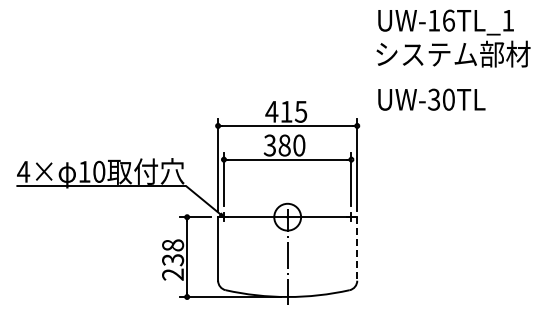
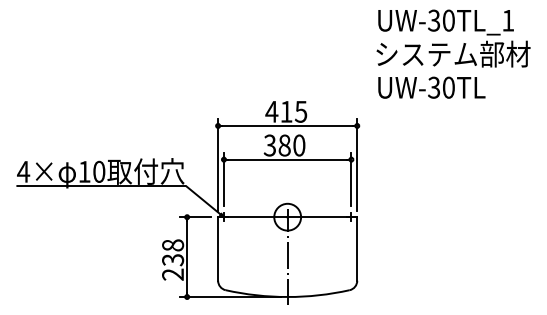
text at (441, 20): UW-16TL_1 -> UW-30TL_1
text at (431, 99) position: (431, 99) -> (431, 87)
line at (357, 248): dashed -> solid
